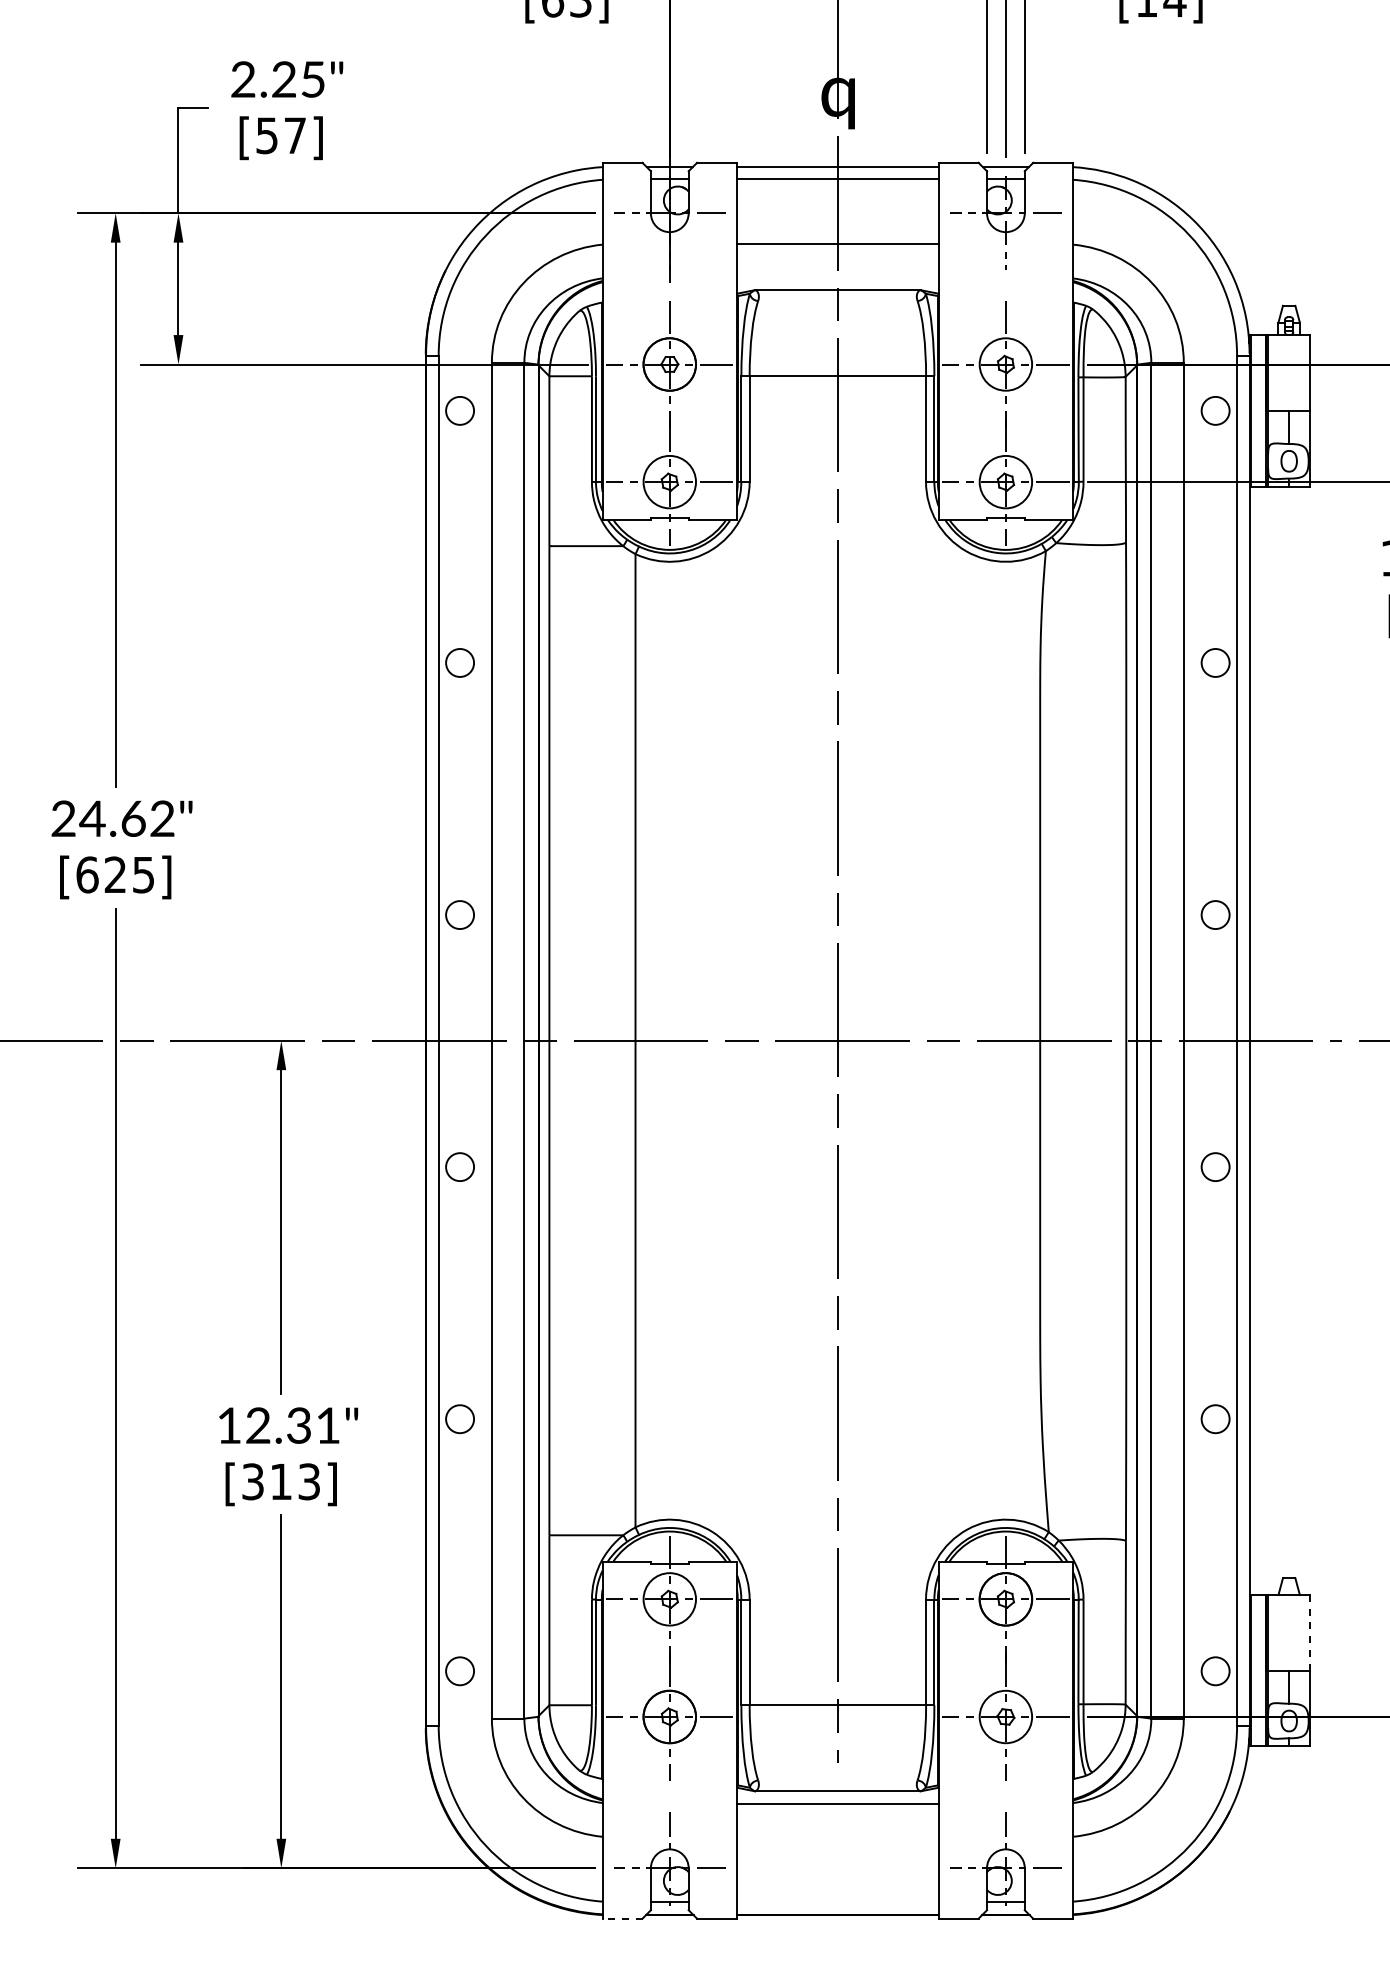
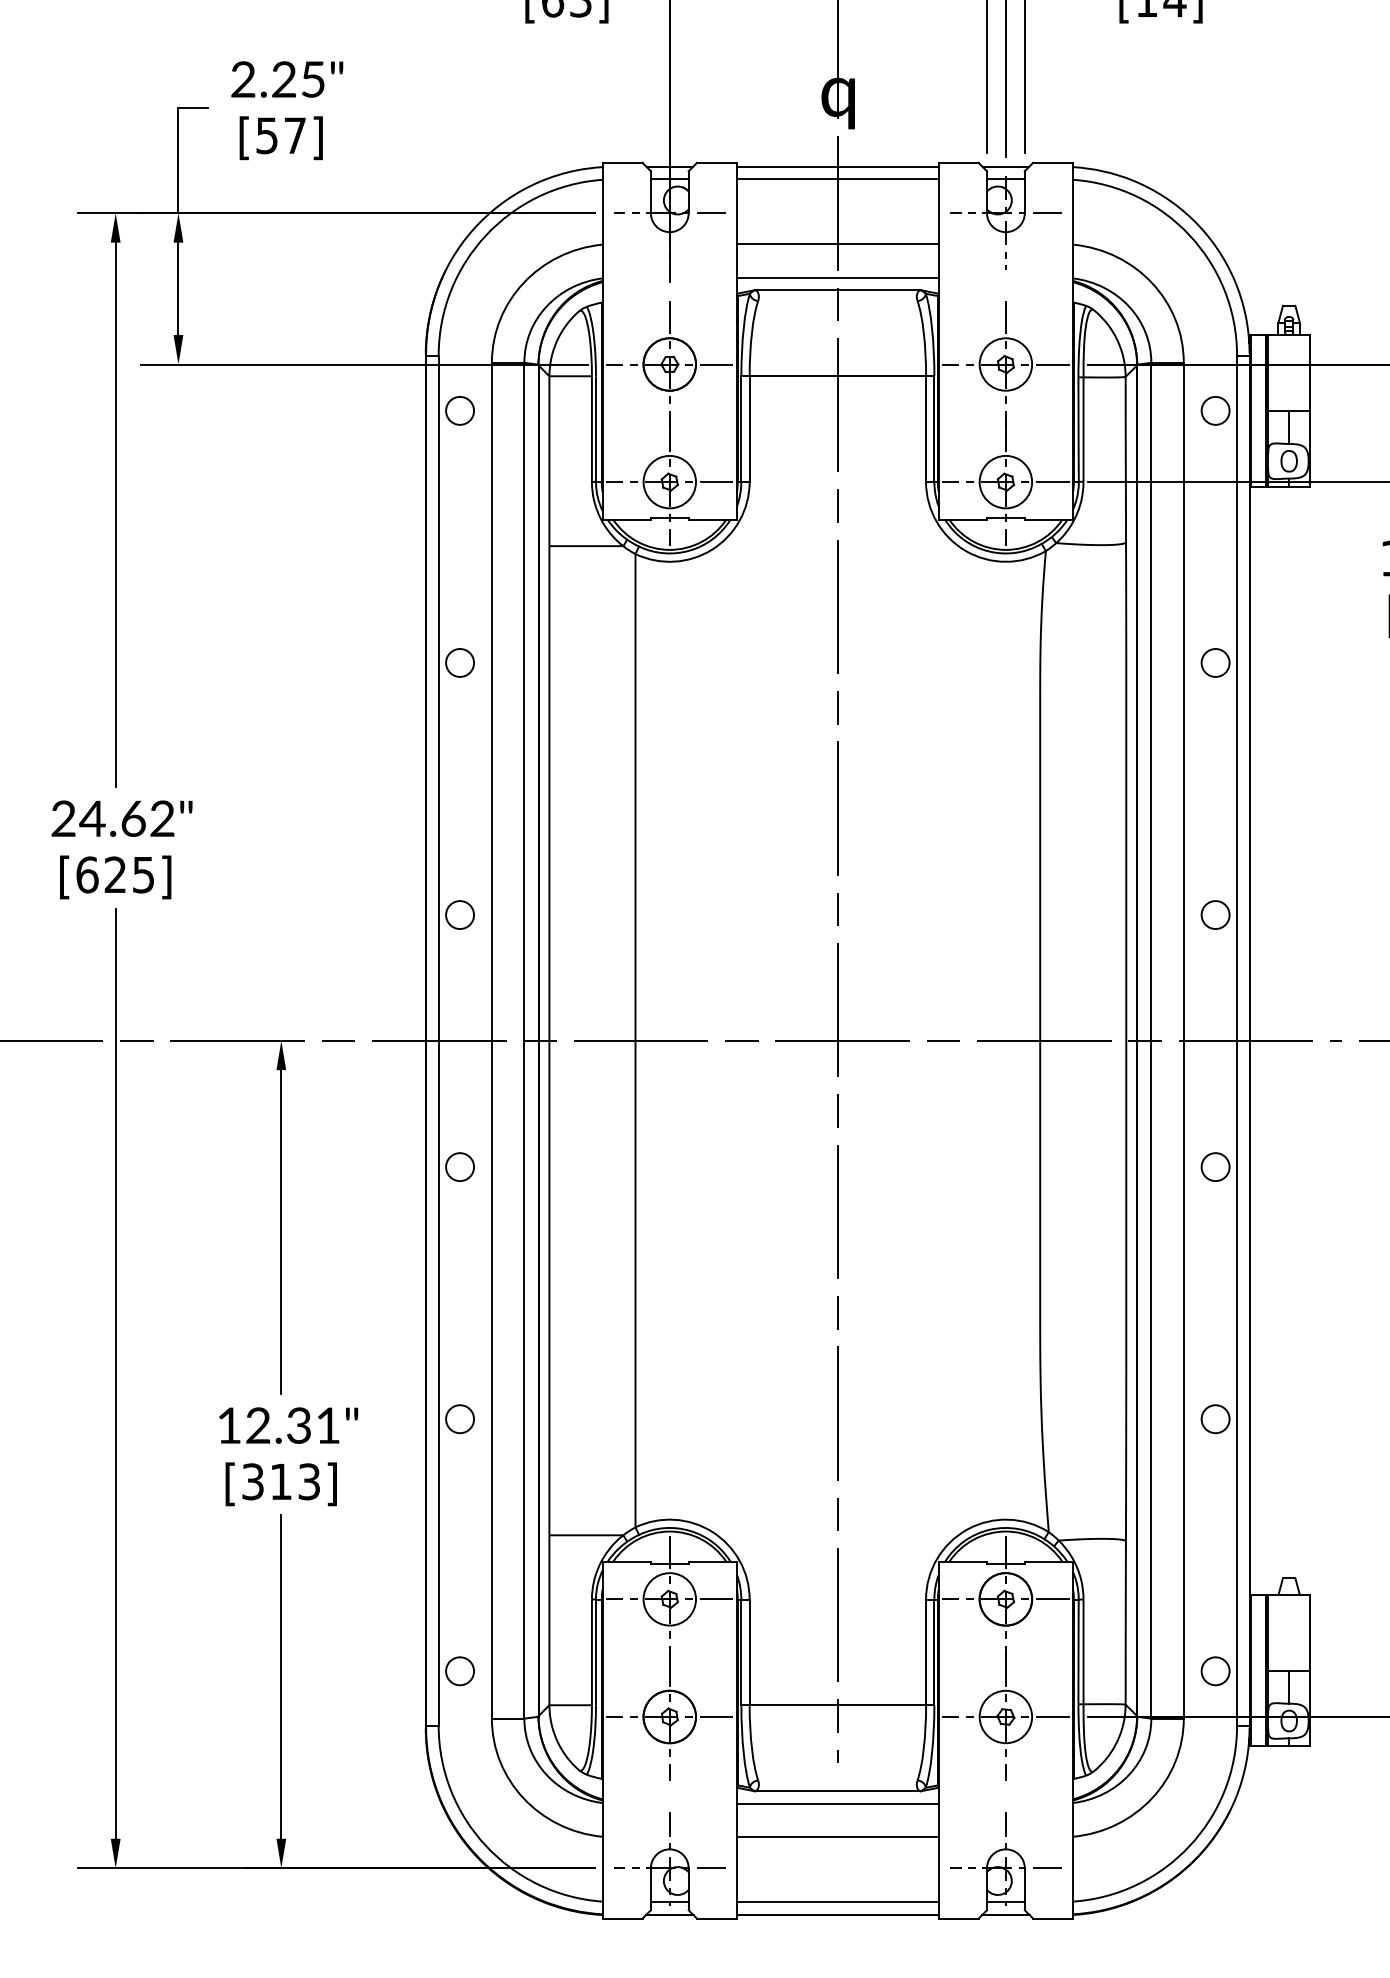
line at (837, 277): none -> present
line at (1310, 1632): dashed -> solid
line at (837, 1837): none -> present
line at (837, 1902): none -> present
line at (622, 1918): dashed -> solid
